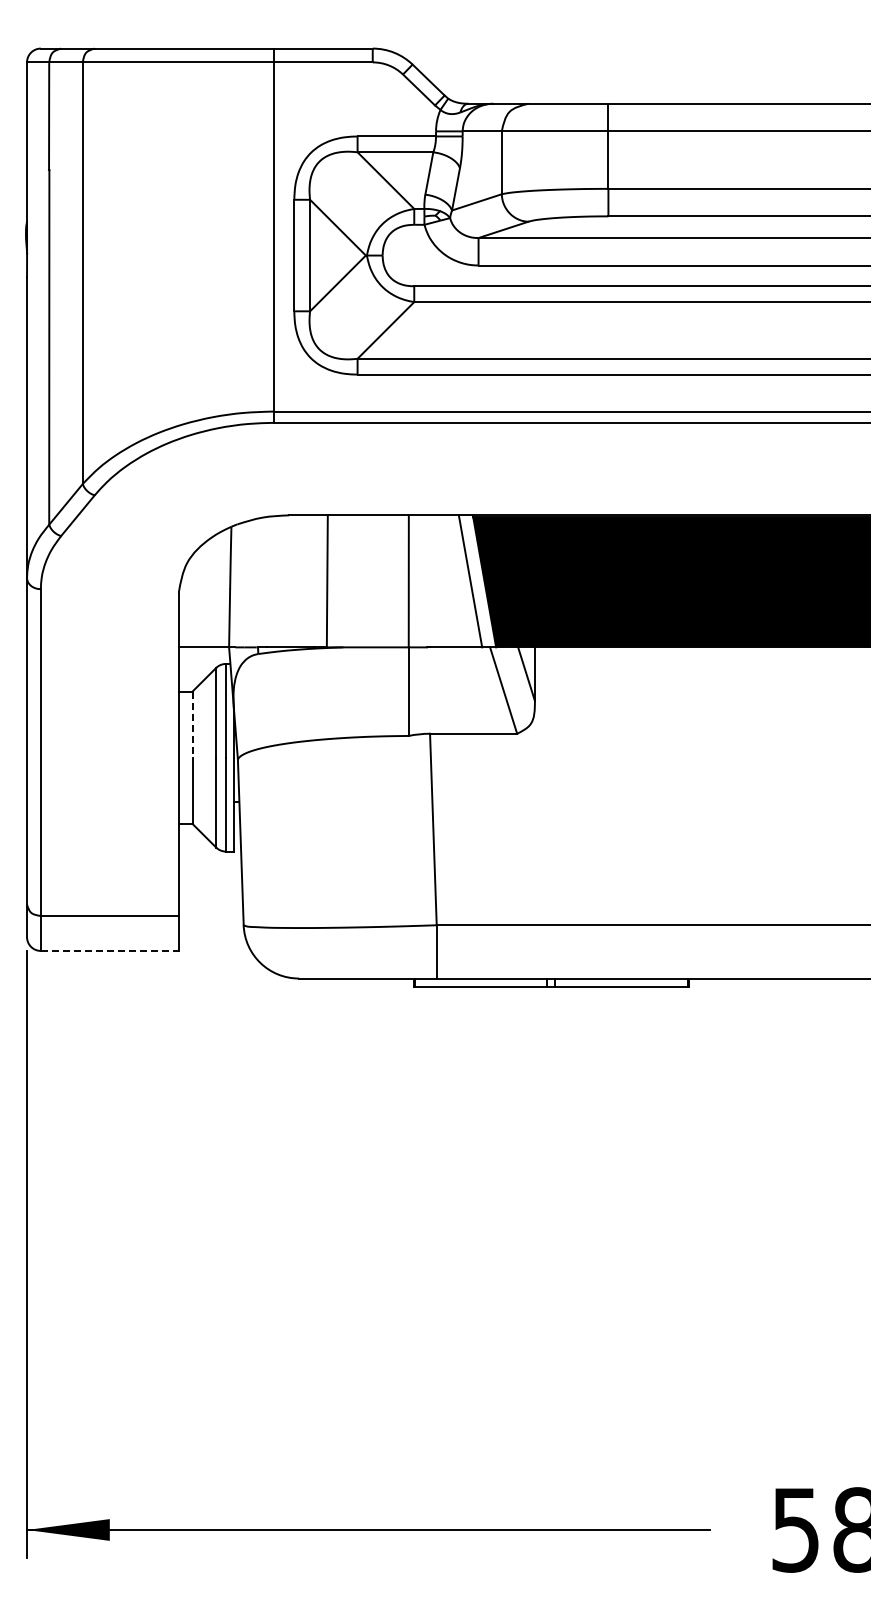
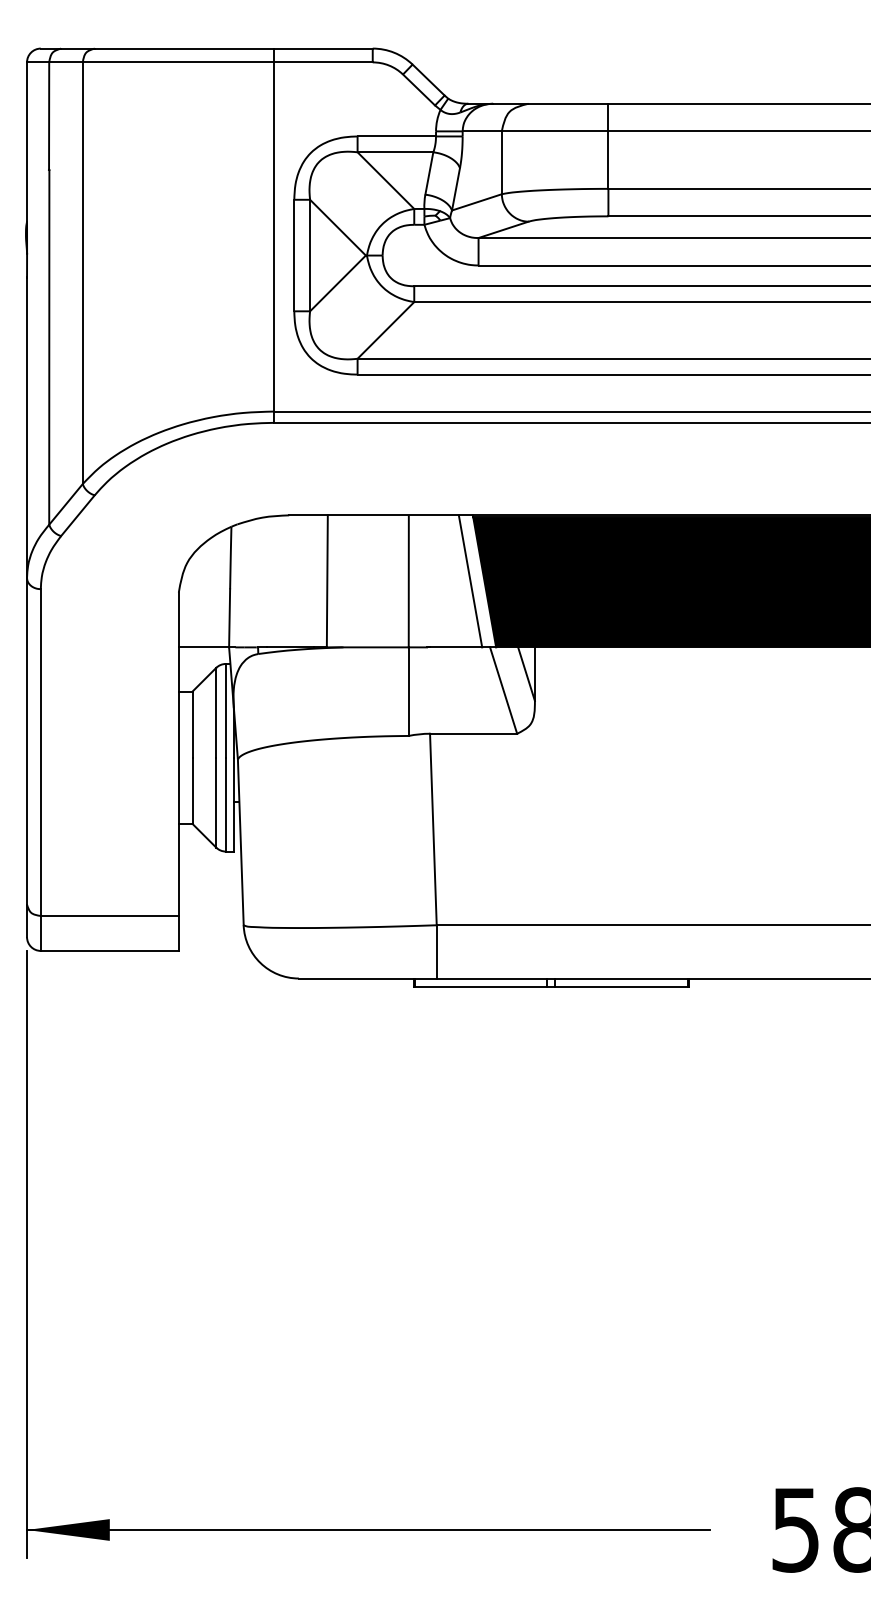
line at (192, 725): dashed -> solid
line at (109, 950): dashed -> solid
